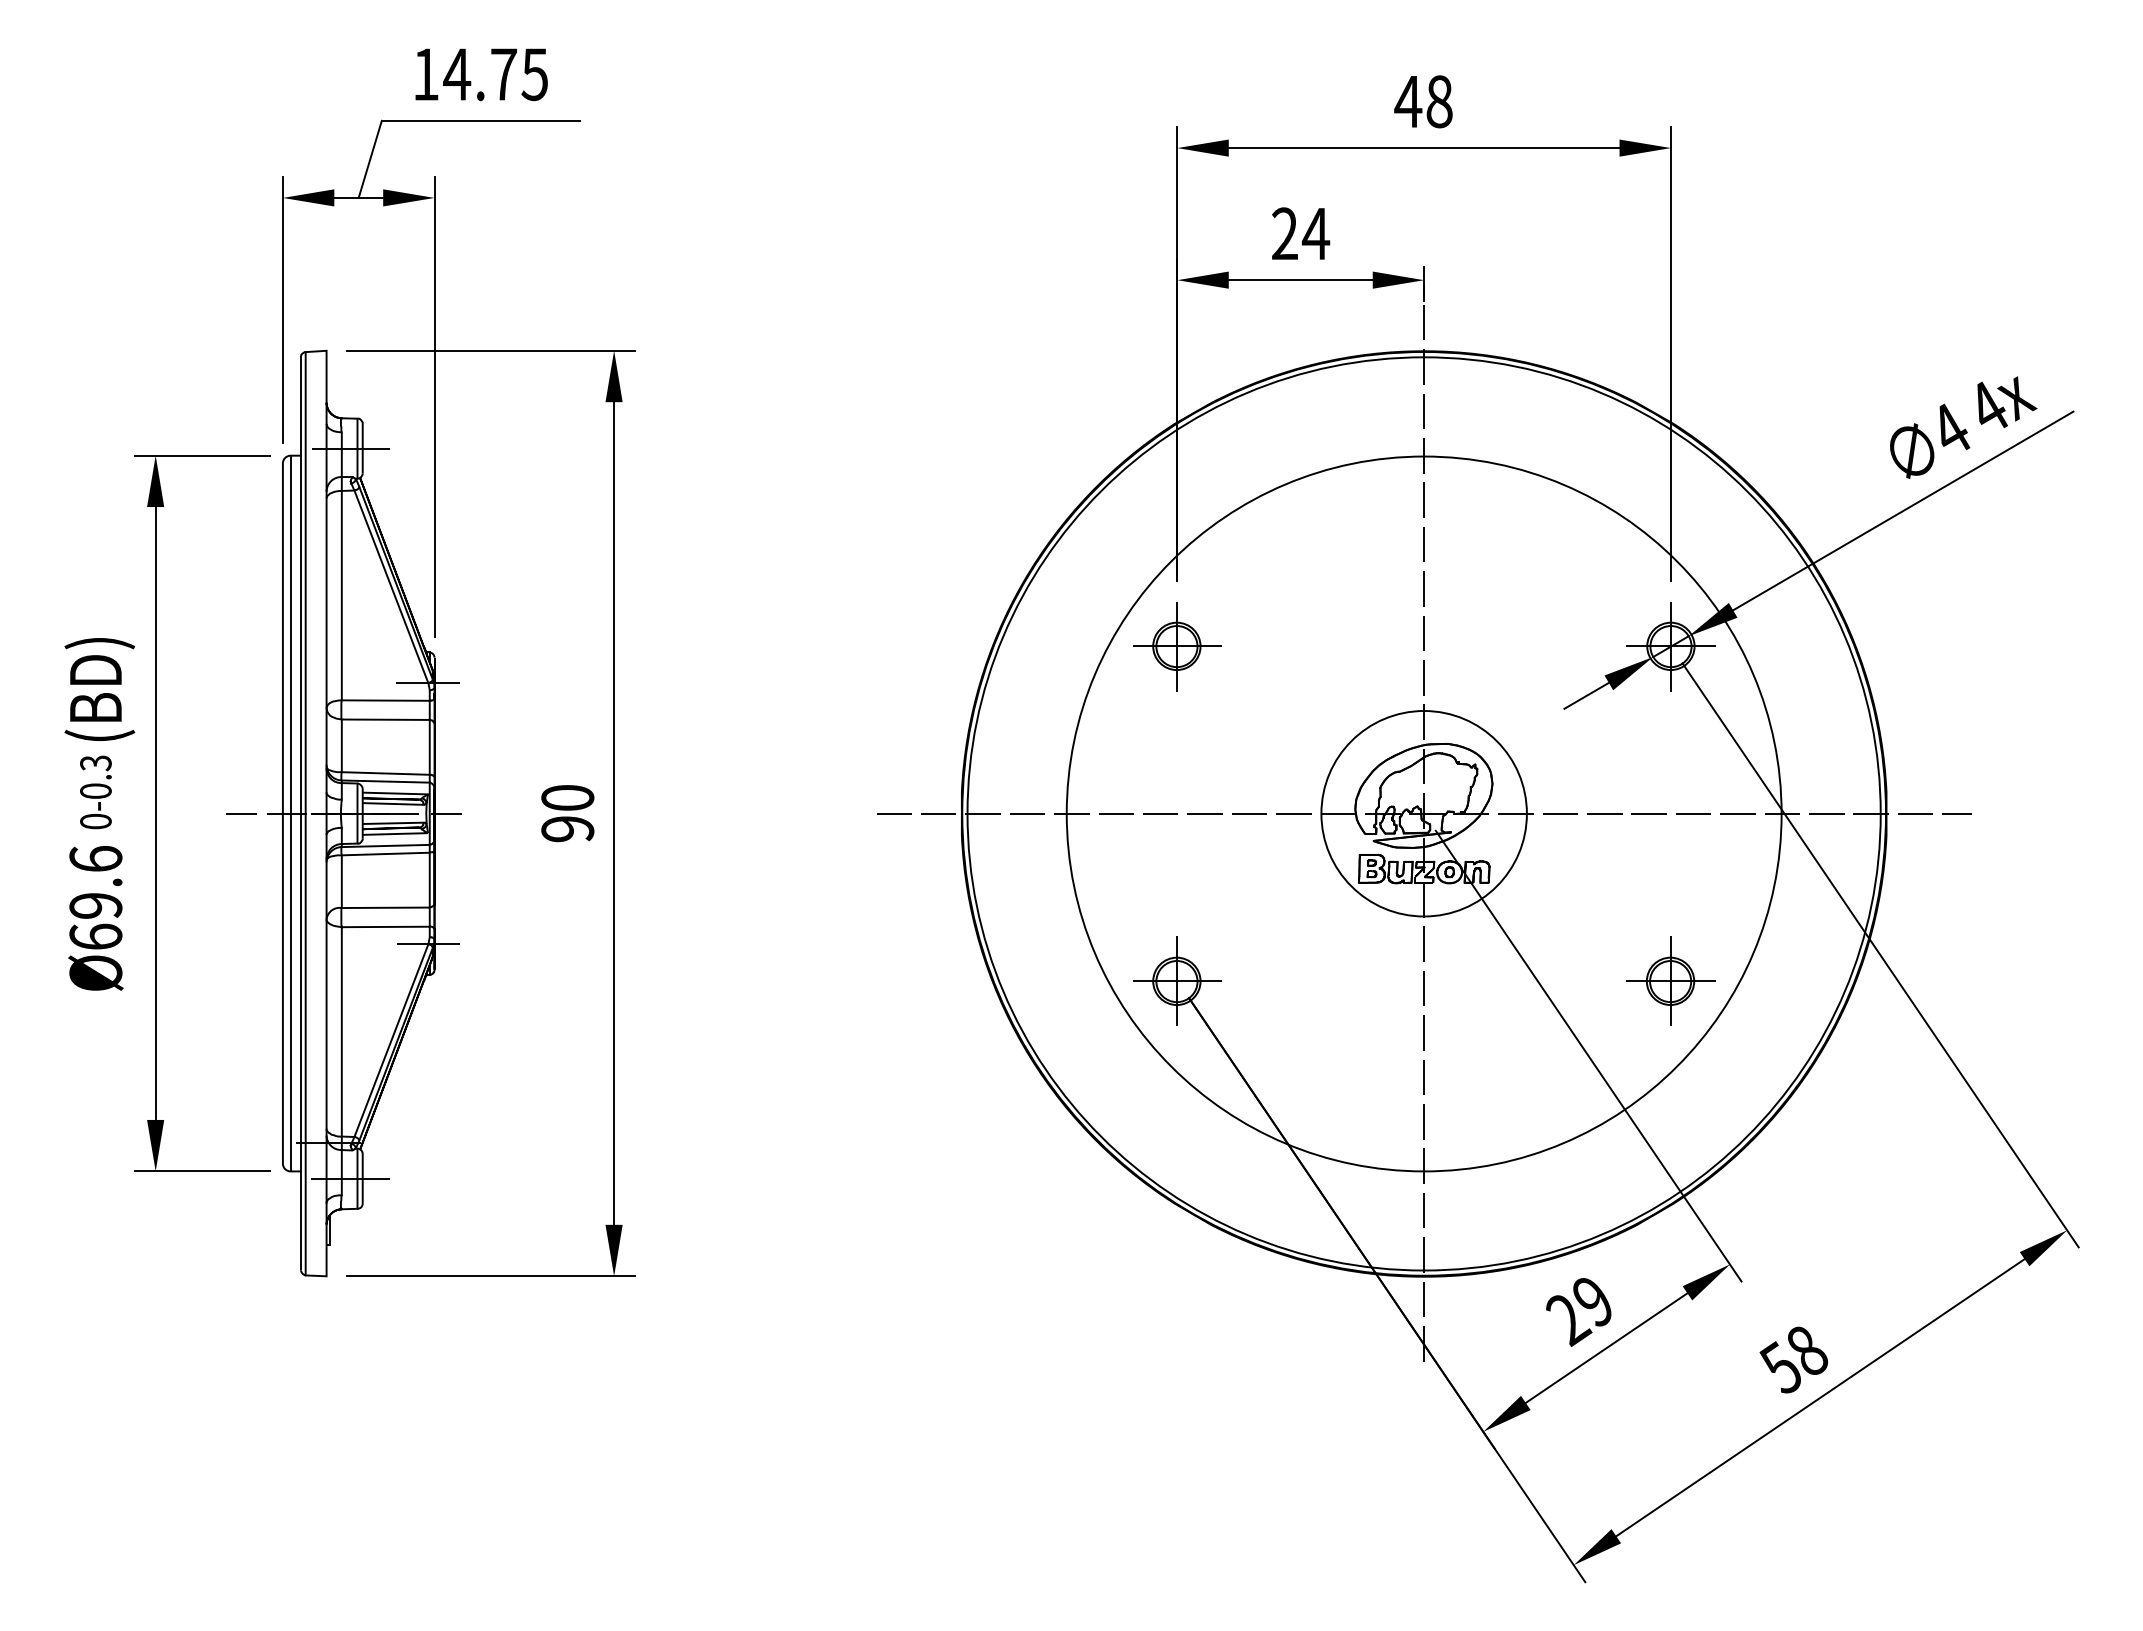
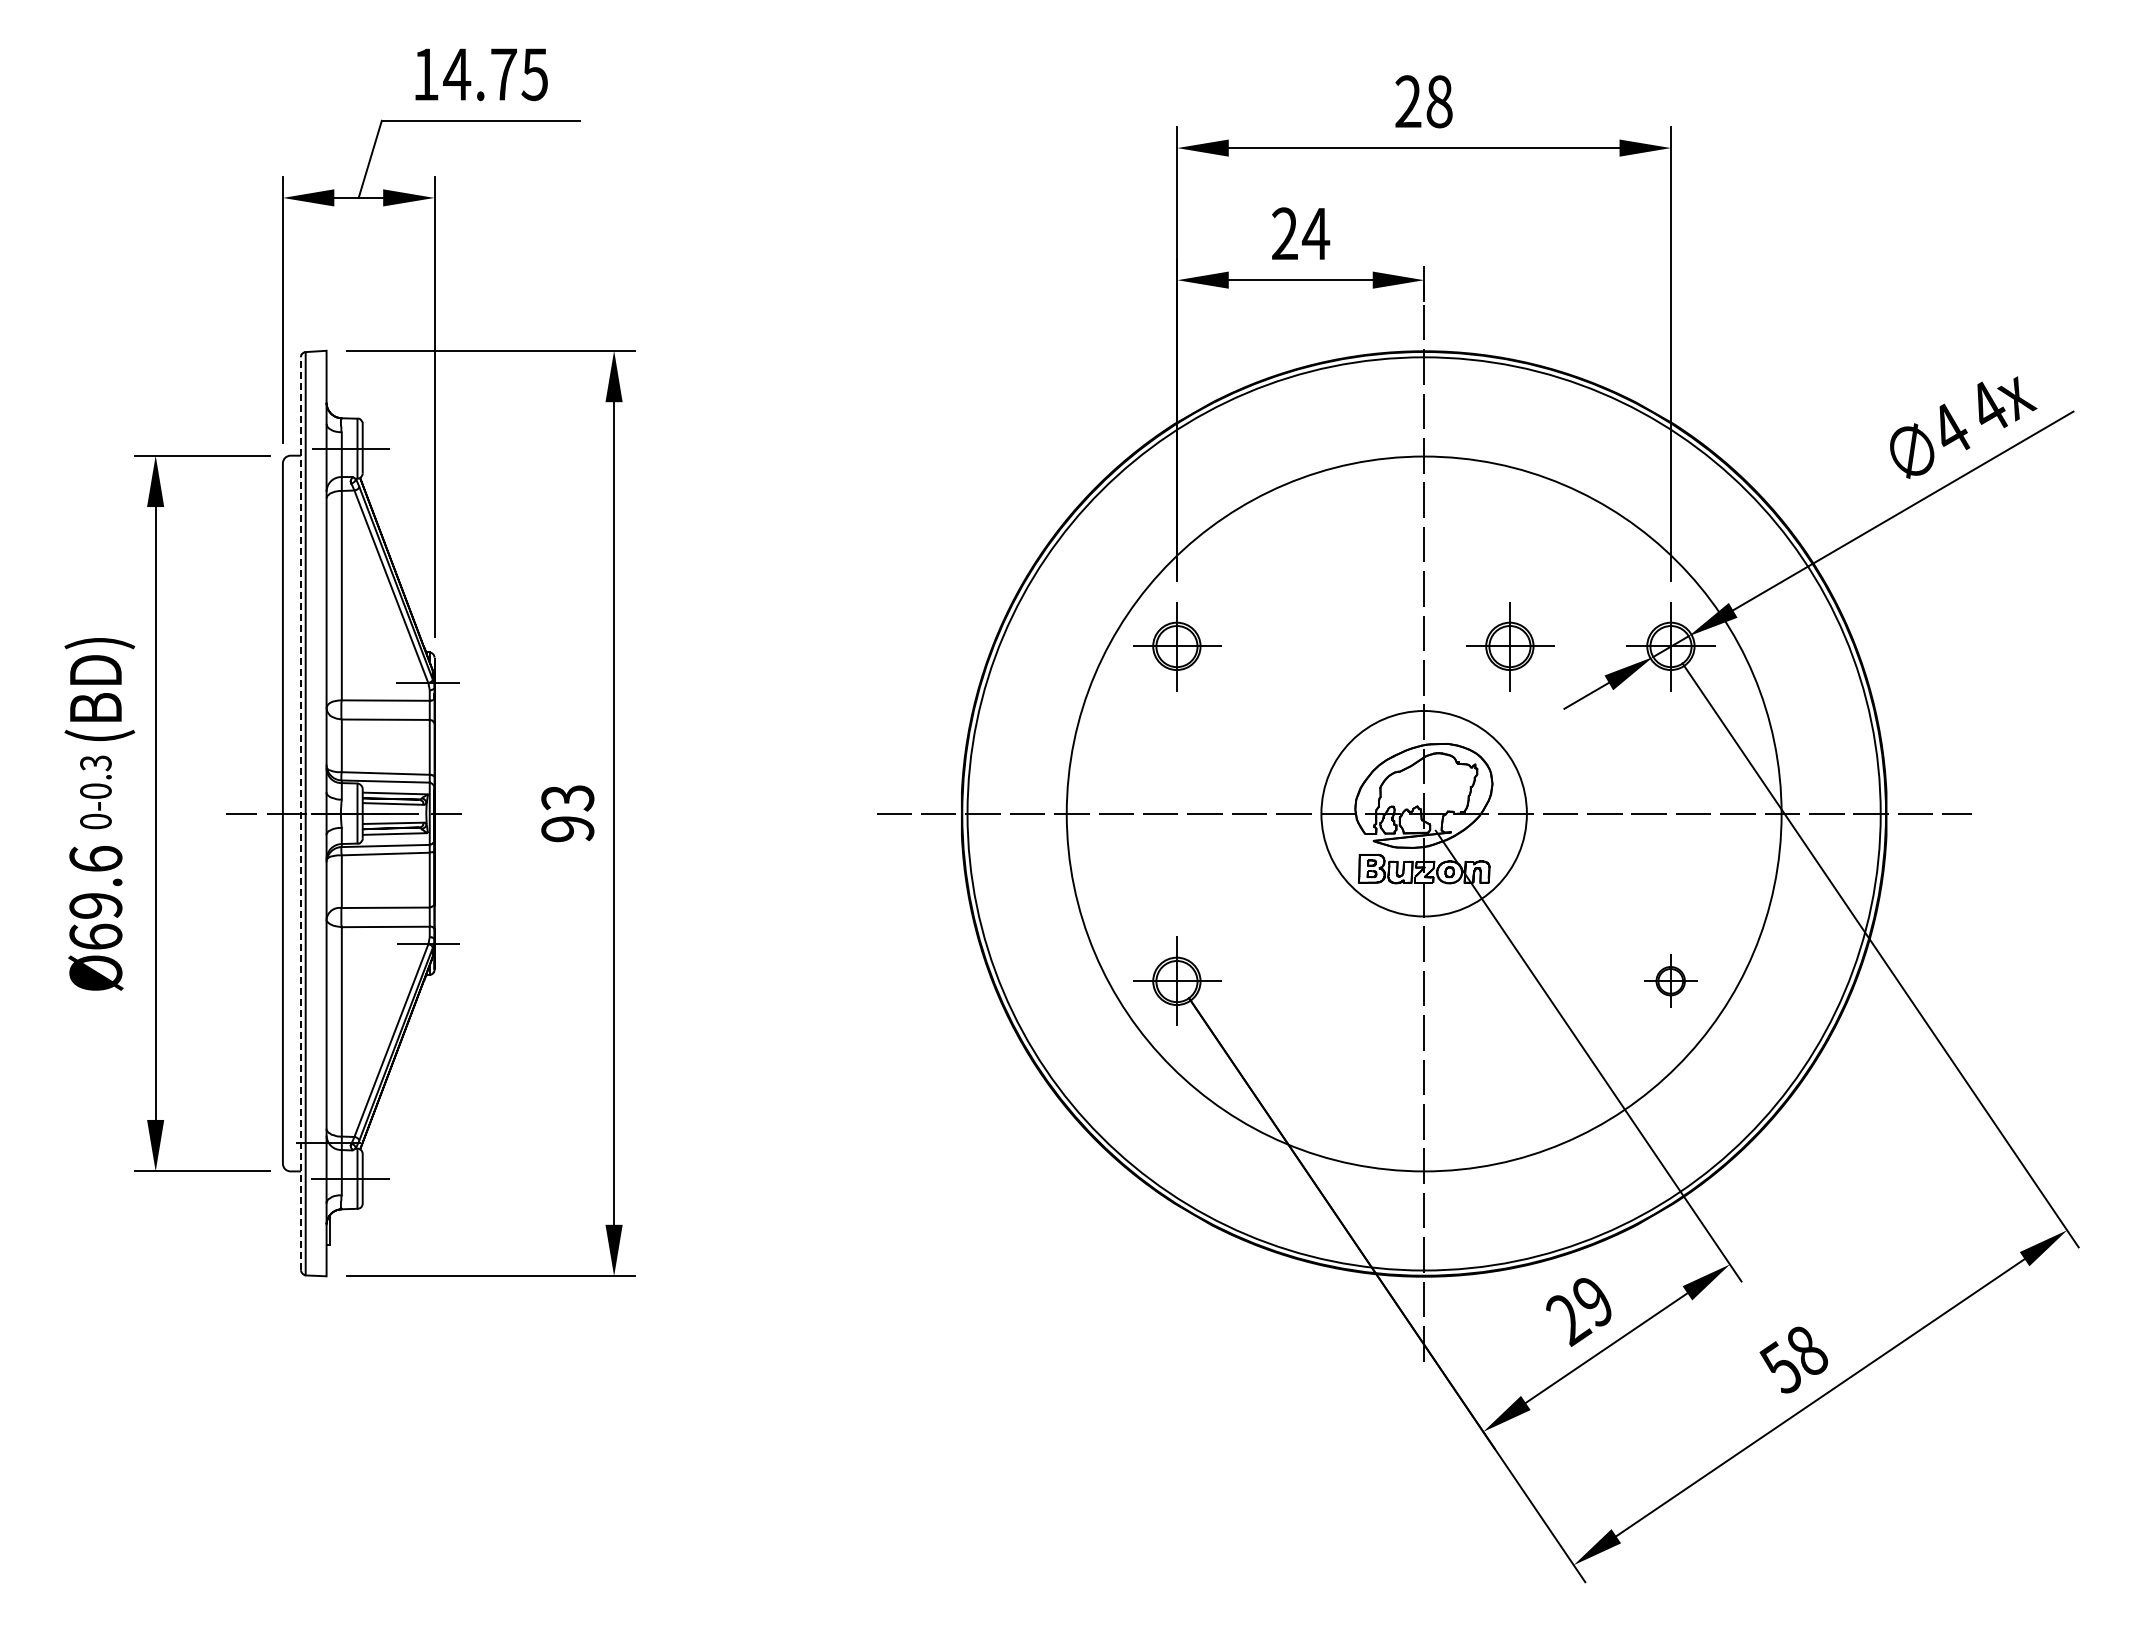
text at (1408, 101): 48 -> 28
part at (1510, 646): none -> present
text at (567, 798): 90 -> 93
line at (290, 813): present -> none
line at (300, 813): solid -> dashed
part at (1670, 980) size: 90x90 px -> 54x54 px
